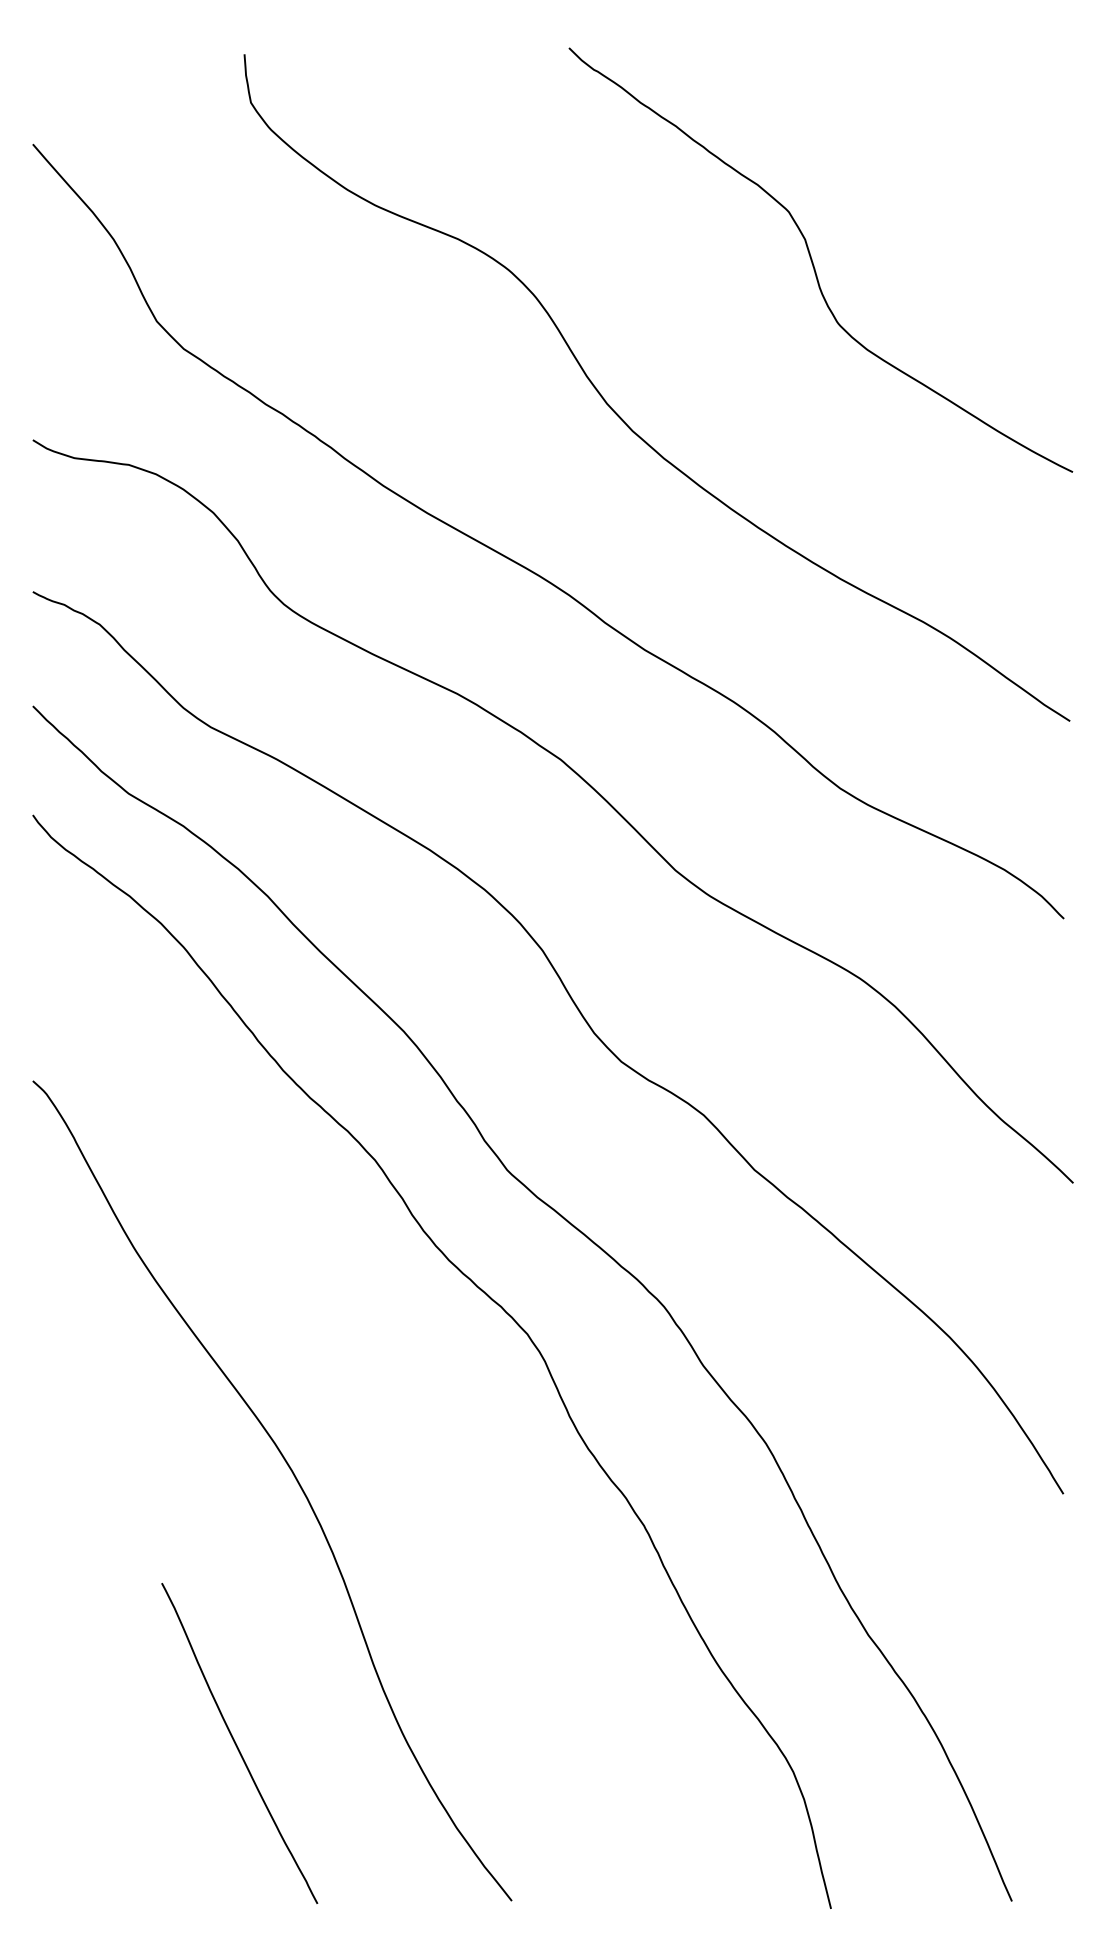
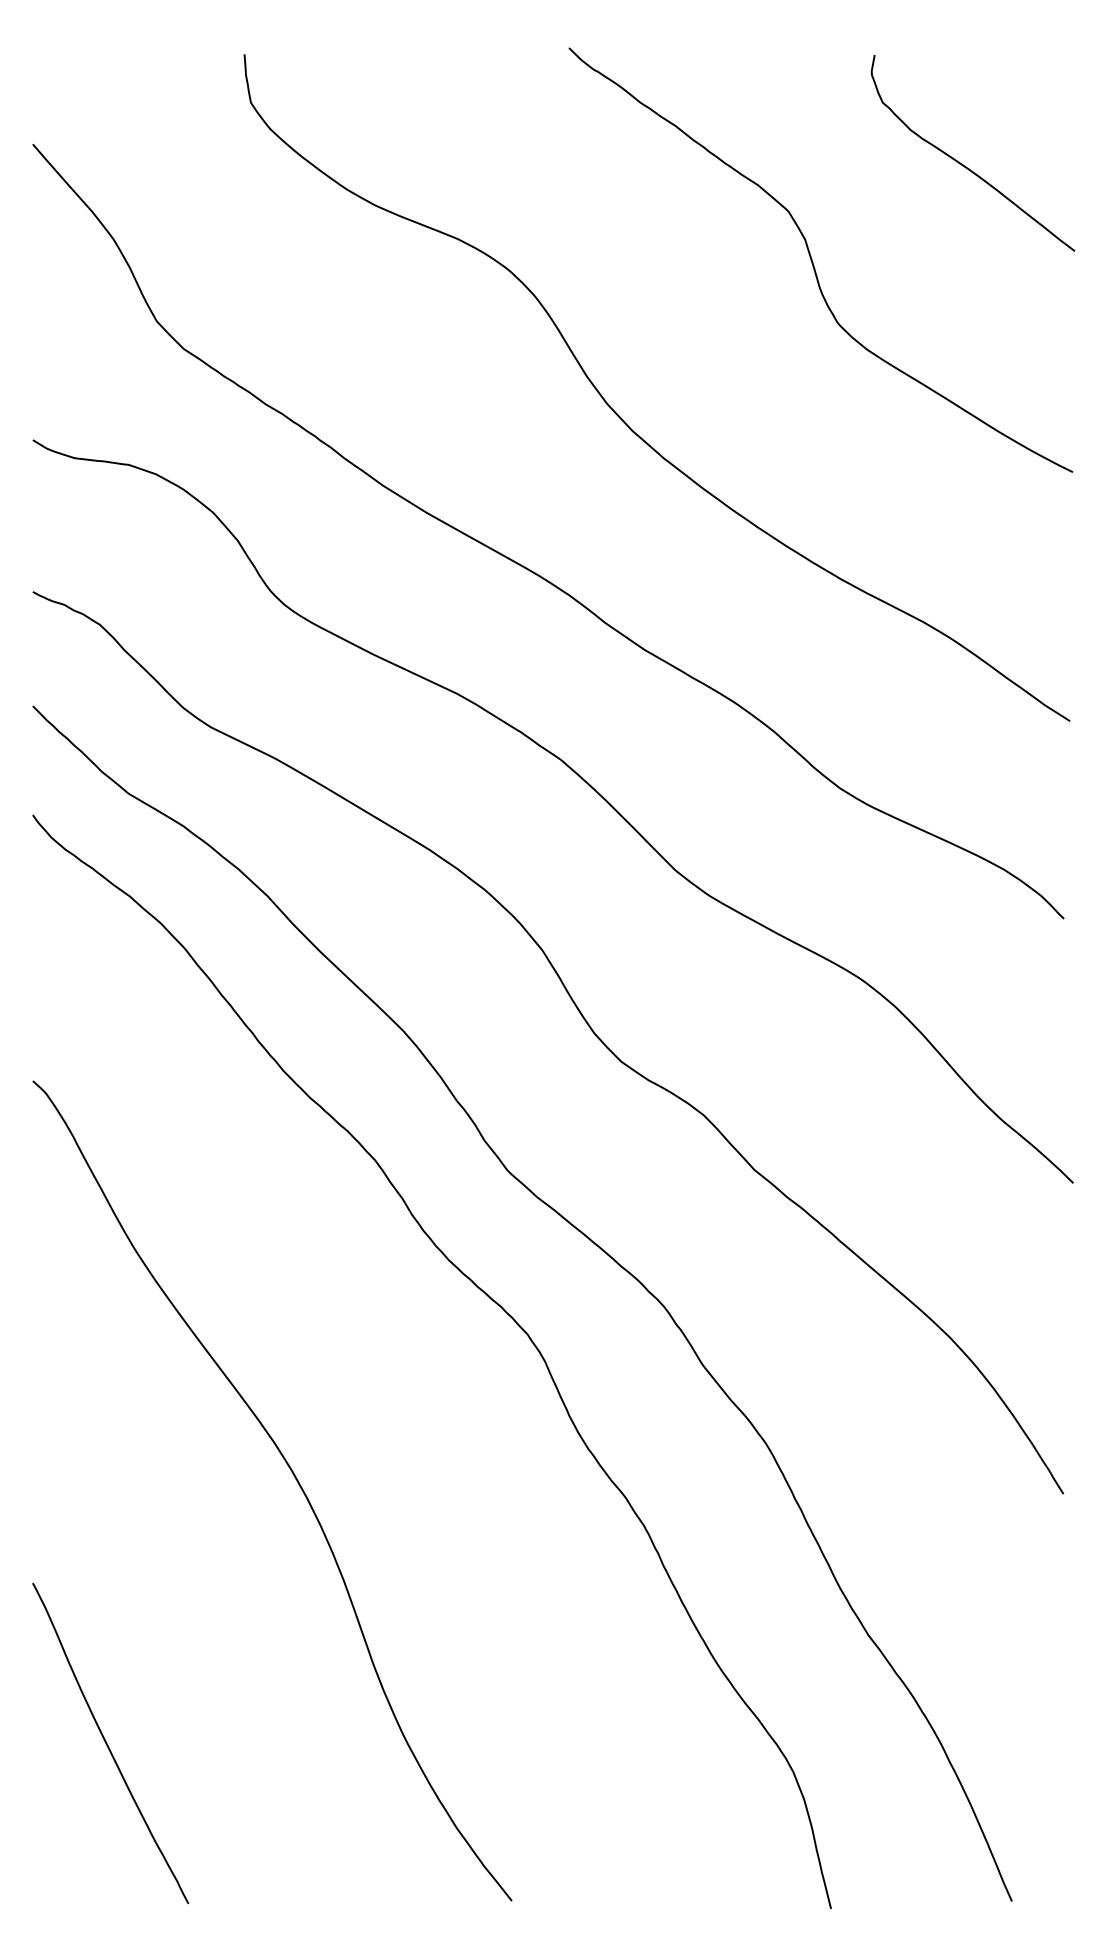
curve at (965, 165): none -> present
curve at (237, 1745) position: (237, 1745) -> (108, 1745)
